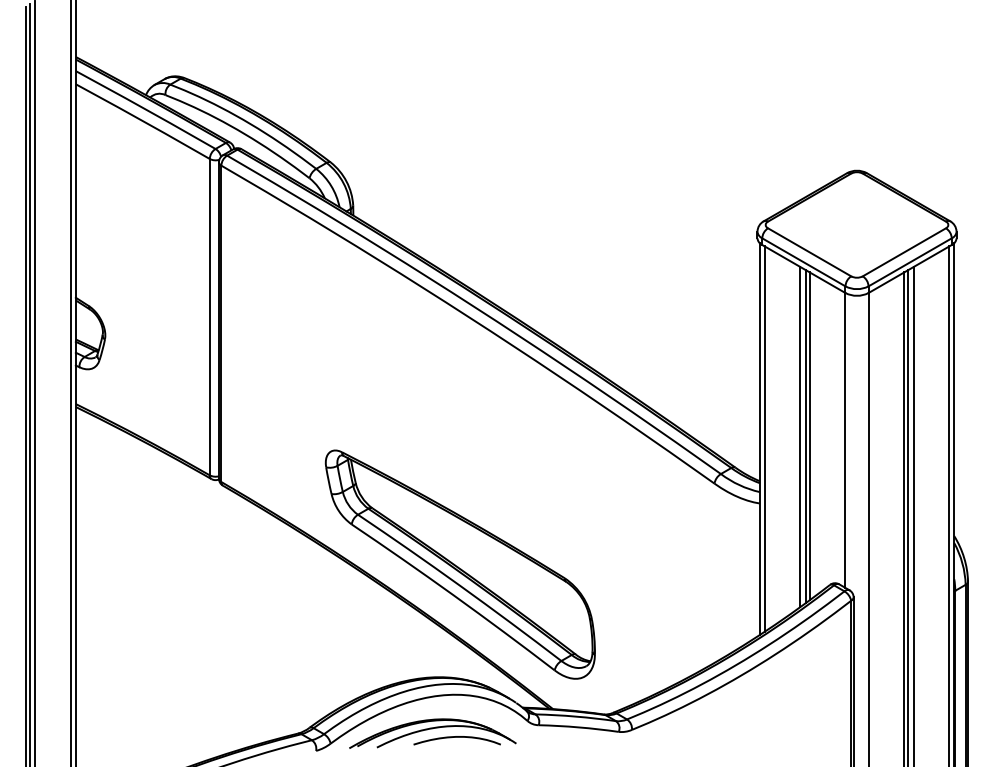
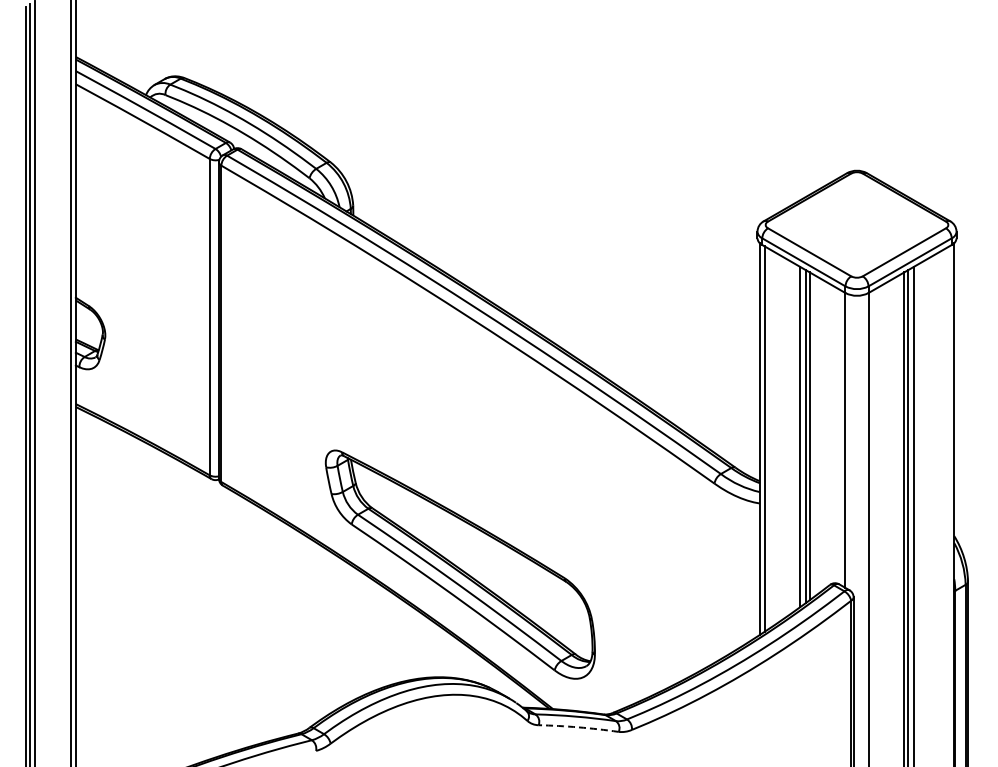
line at (949, 504): present -> none
arc at (578, 727): solid -> dashed
part at (432, 733): present -> none
